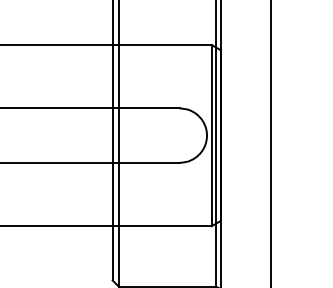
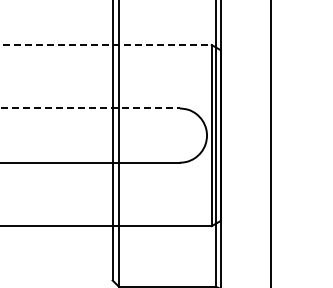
line at (105, 45): solid -> dashed
line at (90, 108): solid -> dashed
